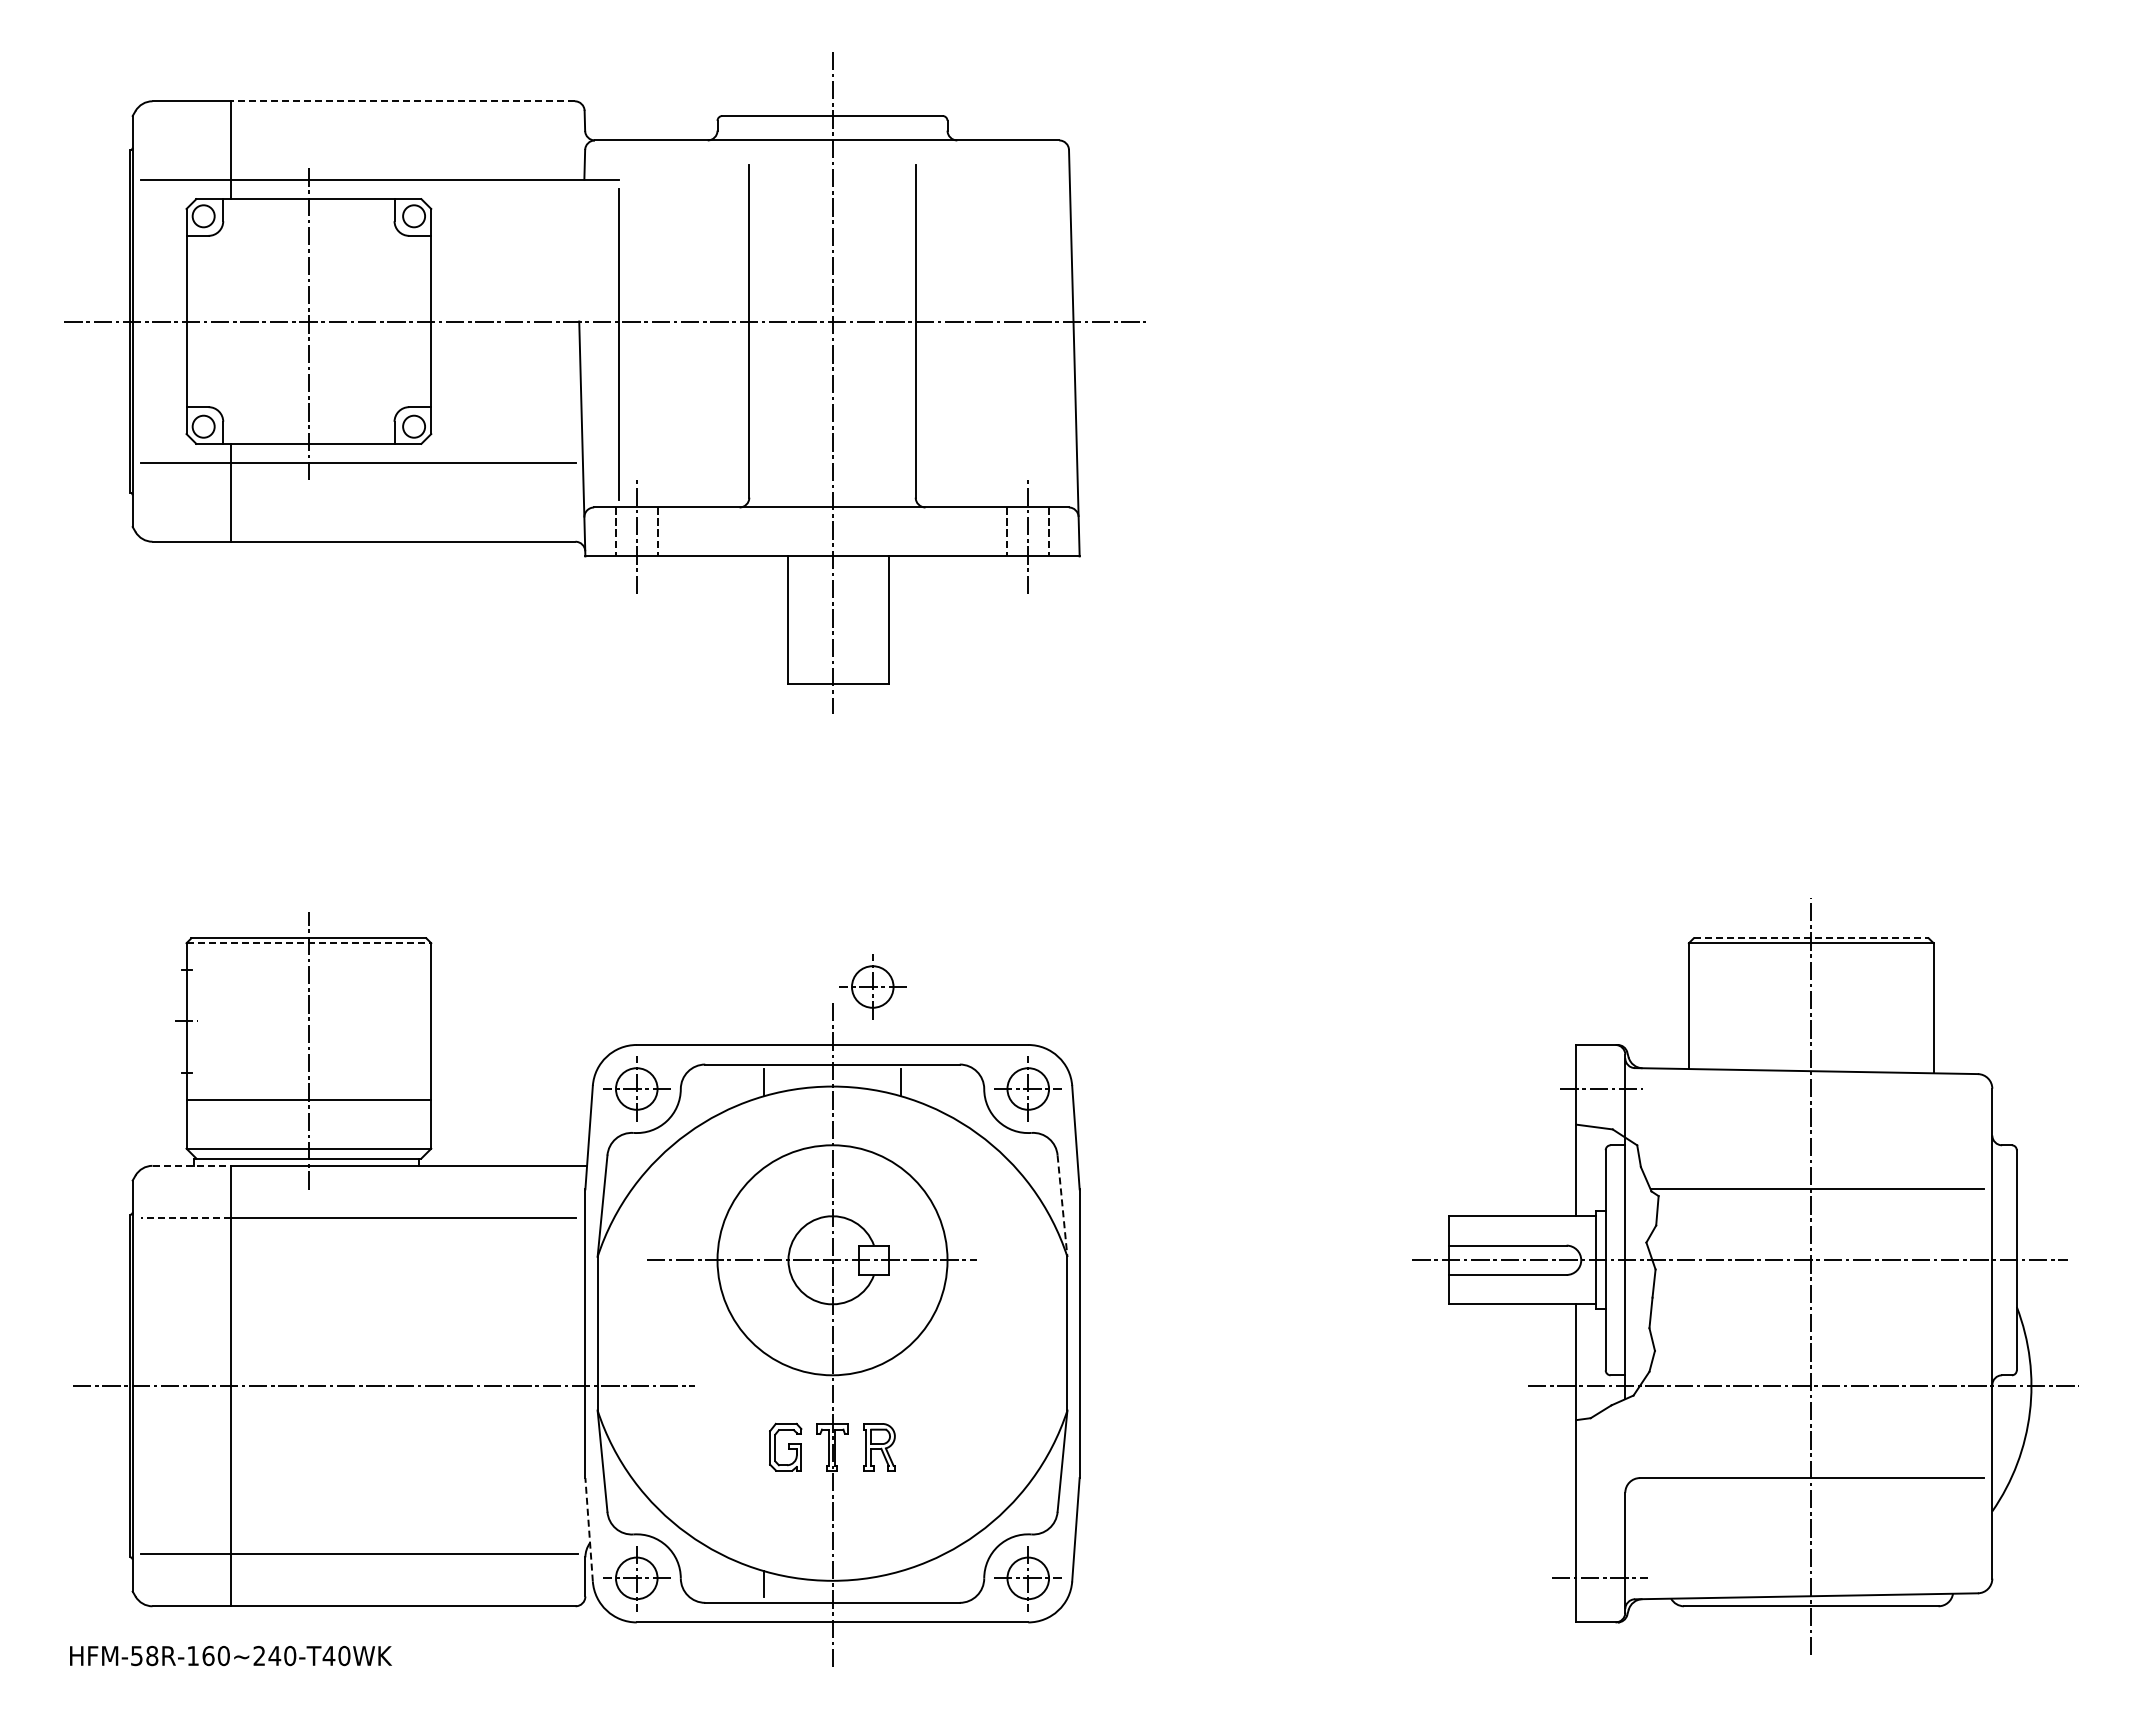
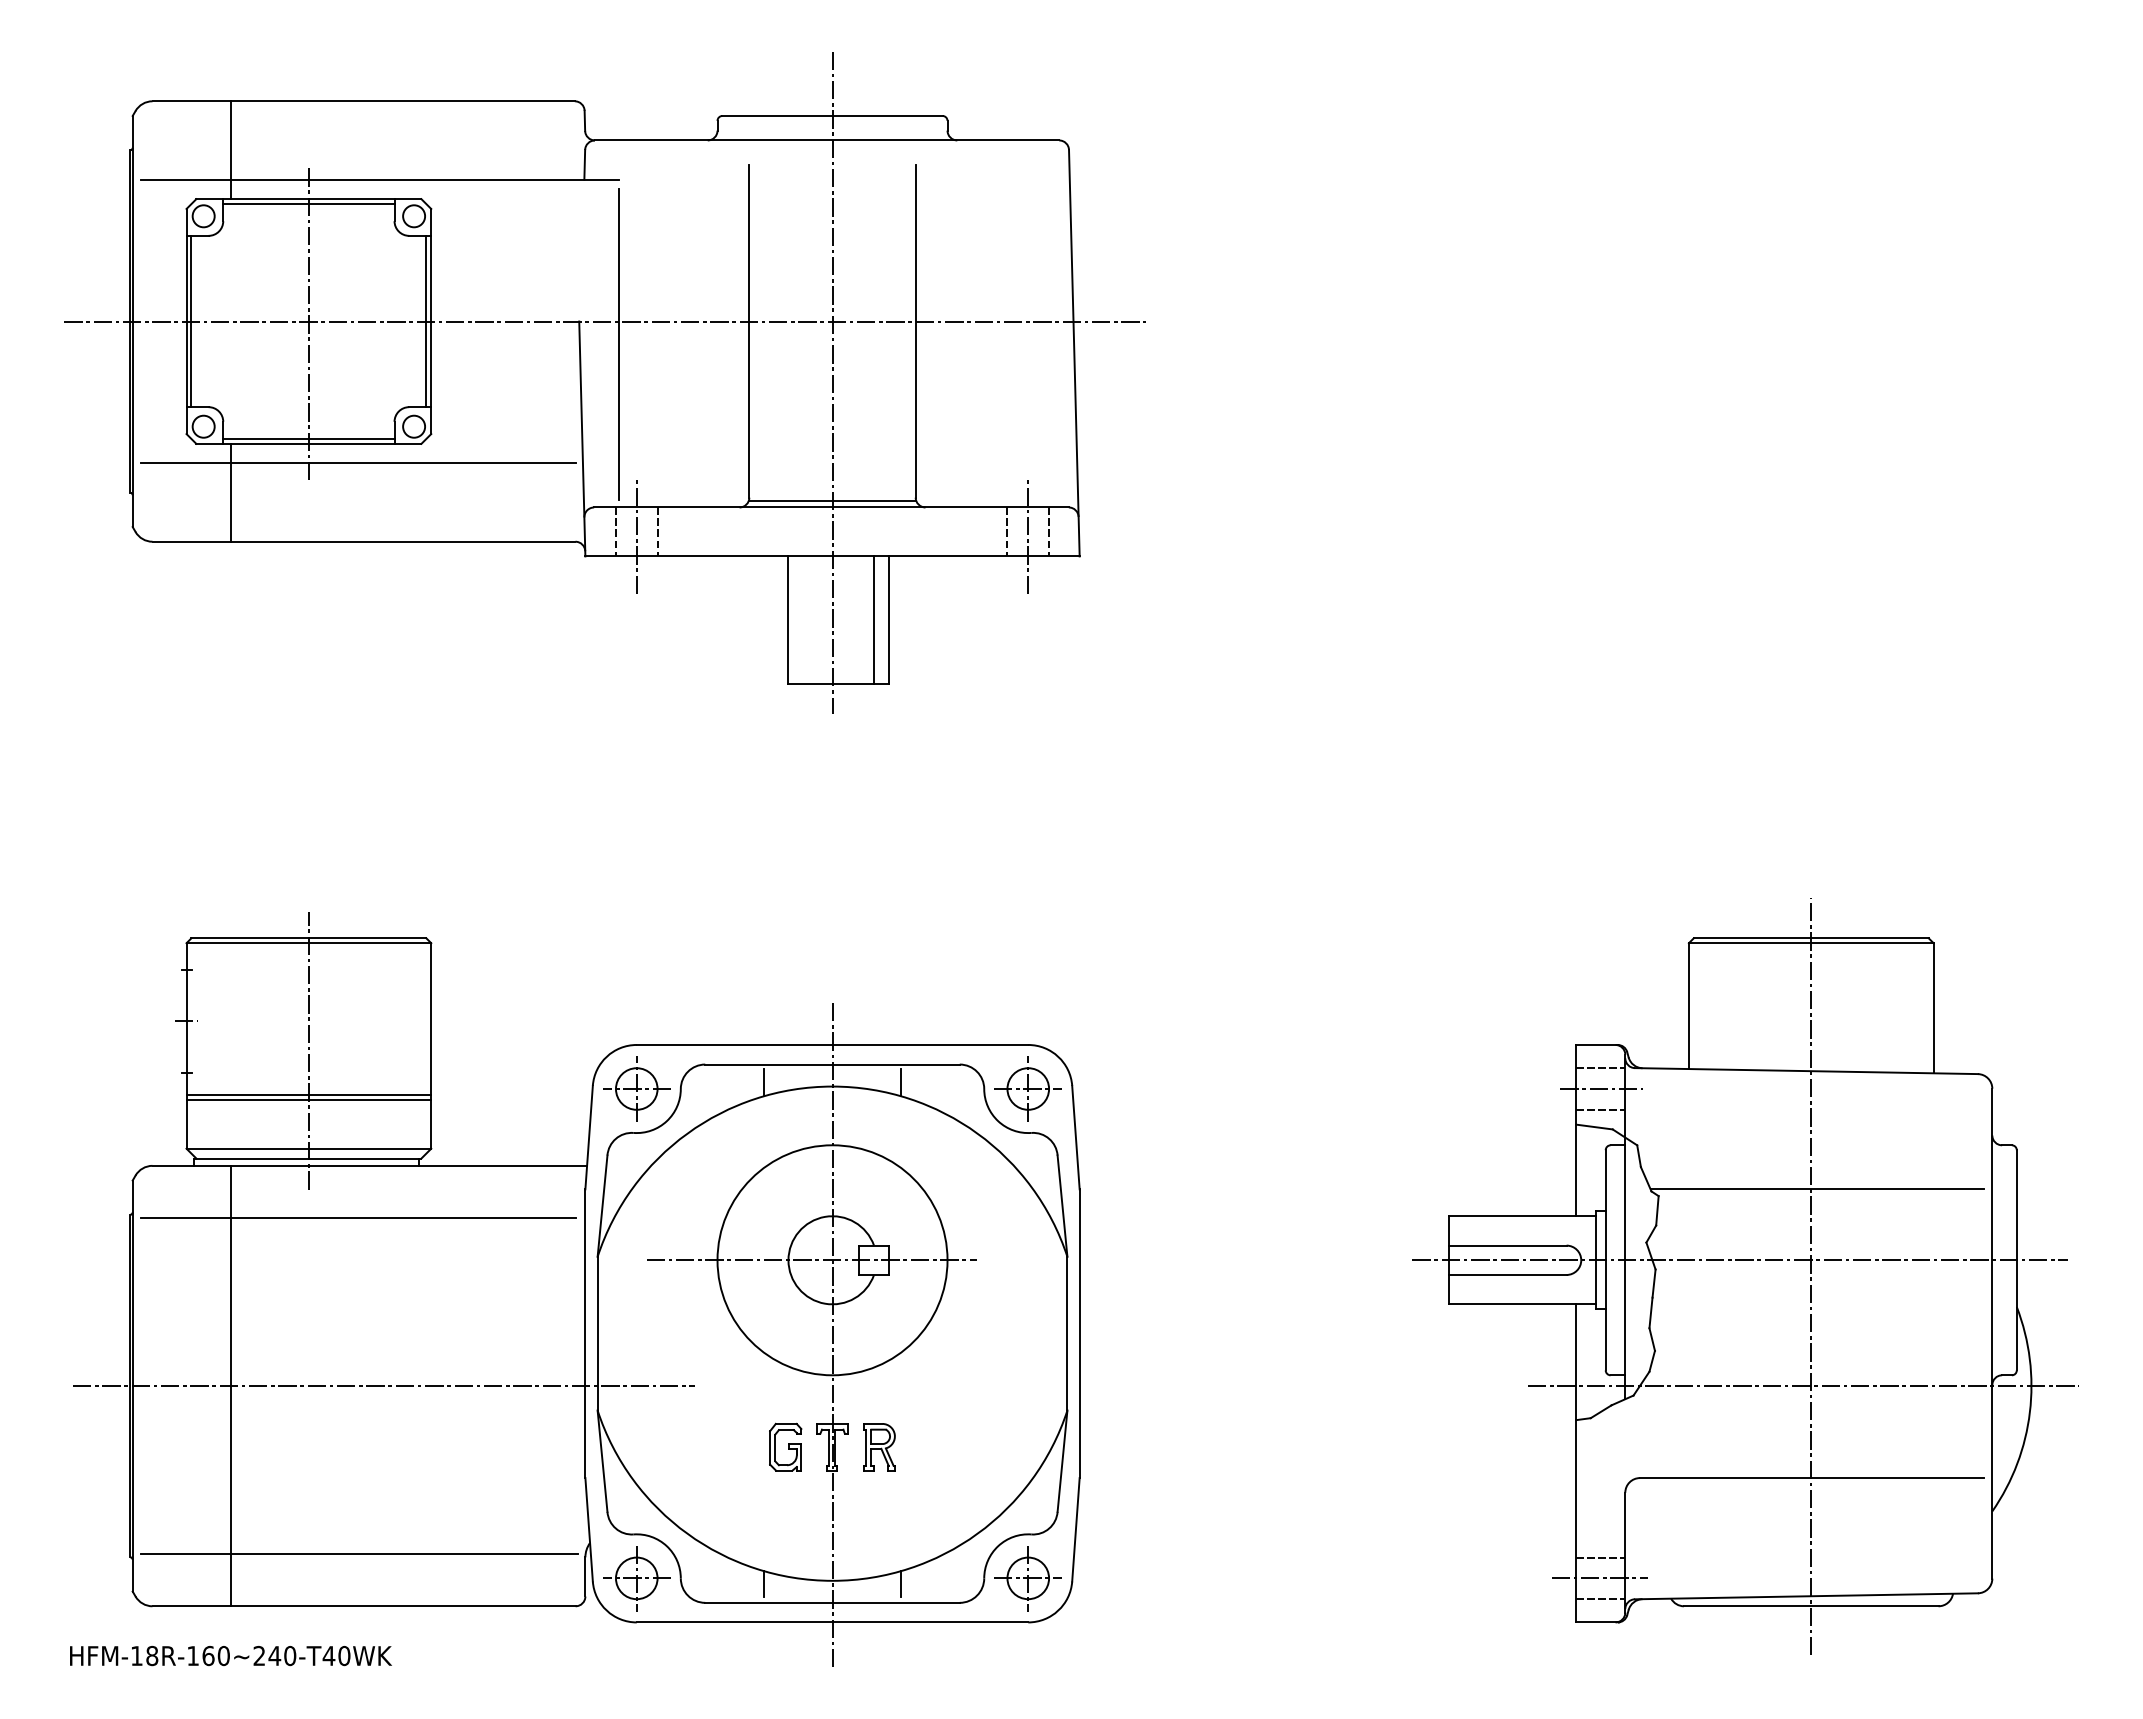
line at (402, 101): dashed -> solid
line at (308, 204): none -> present
line at (191, 321): none -> present
line at (426, 321): none -> present
line at (308, 438): none -> present
line at (832, 501): none -> present
line at (874, 619): none -> present
line at (1811, 938): dashed -> solid
line at (309, 943): dashed -> solid
part at (872, 986): present -> none
line at (1600, 1068): none -> present
line at (308, 1094): none -> present
line at (1600, 1109): none -> present
line at (192, 1165): dashed -> solid
line at (1062, 1206): dashed -> solid
line at (185, 1217): dashed -> solid
line at (589, 1529): dashed -> solid
line at (1600, 1557): none -> present
line at (901, 1583): none -> present
line at (1600, 1599): none -> present
text at (136, 1656): HFM-58R-160~240-T40WK -> HFM-18R-160~240-T40WK
